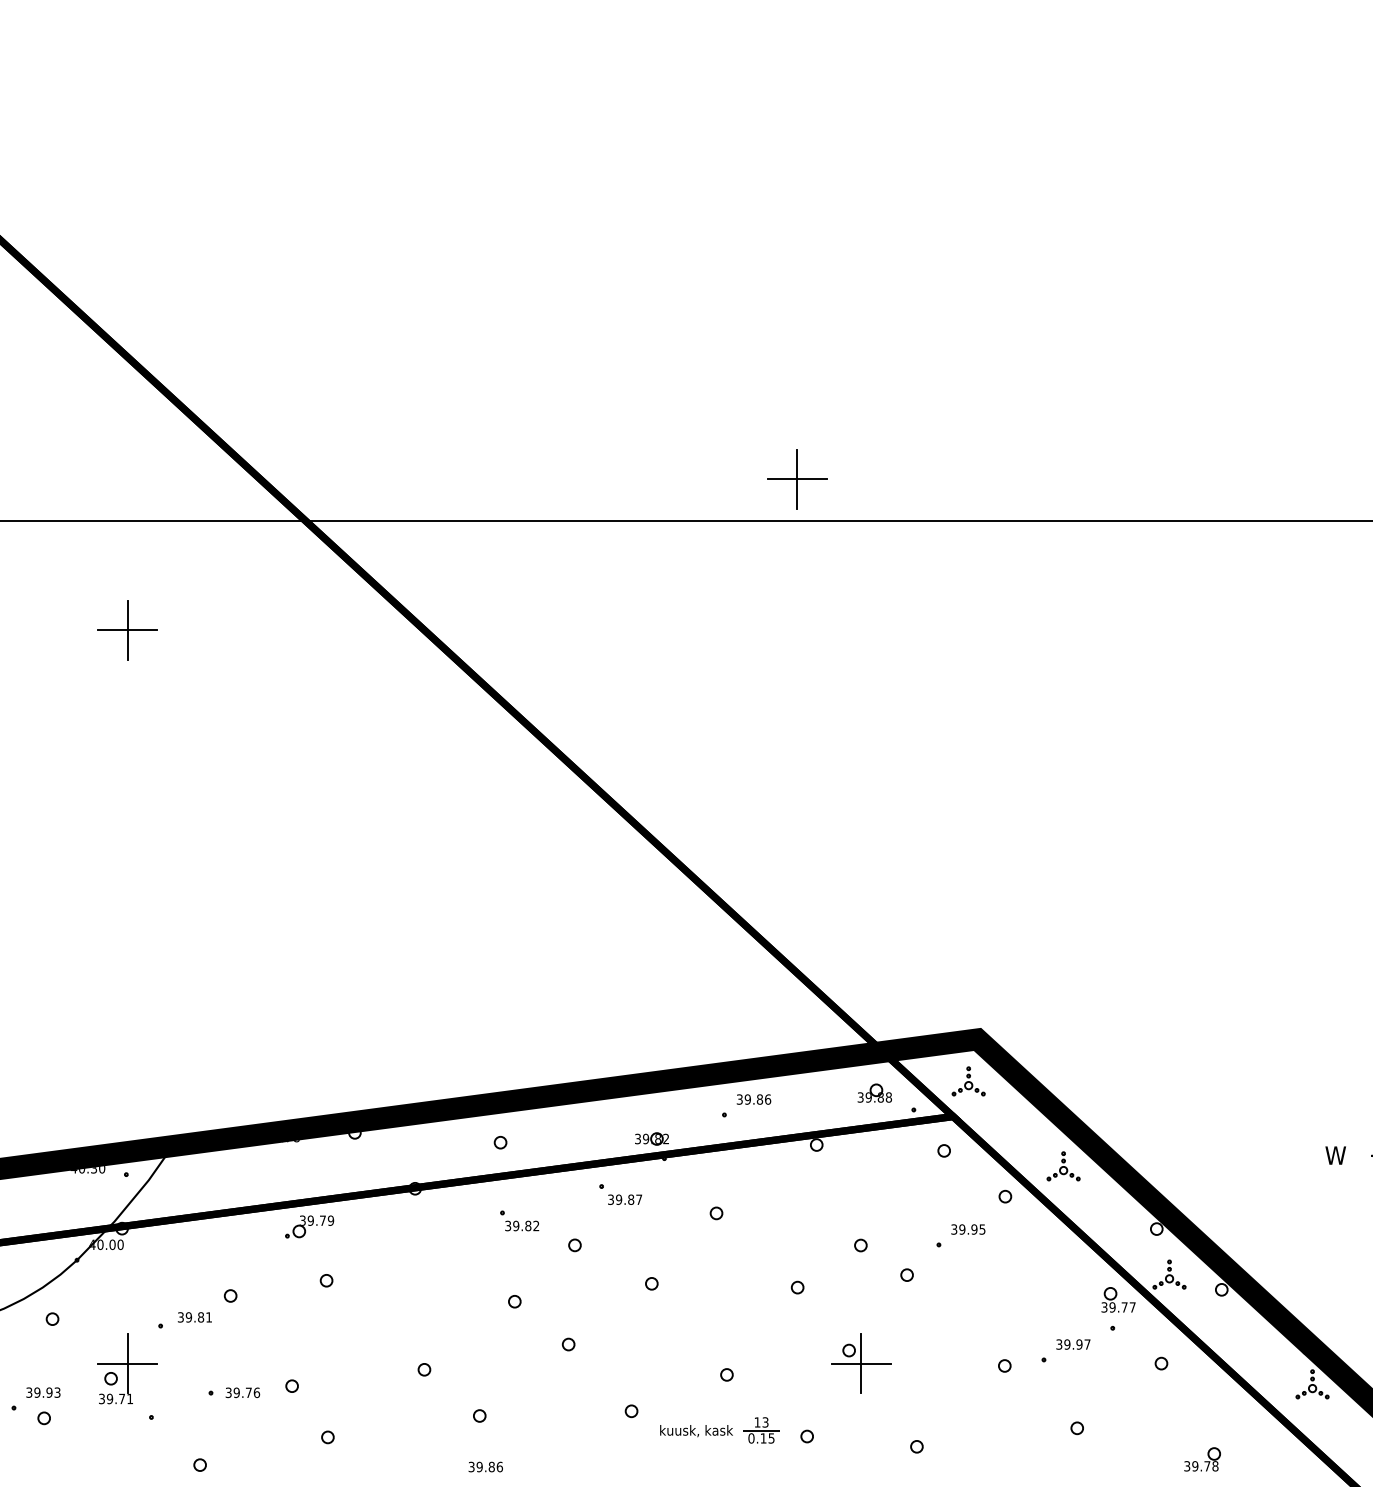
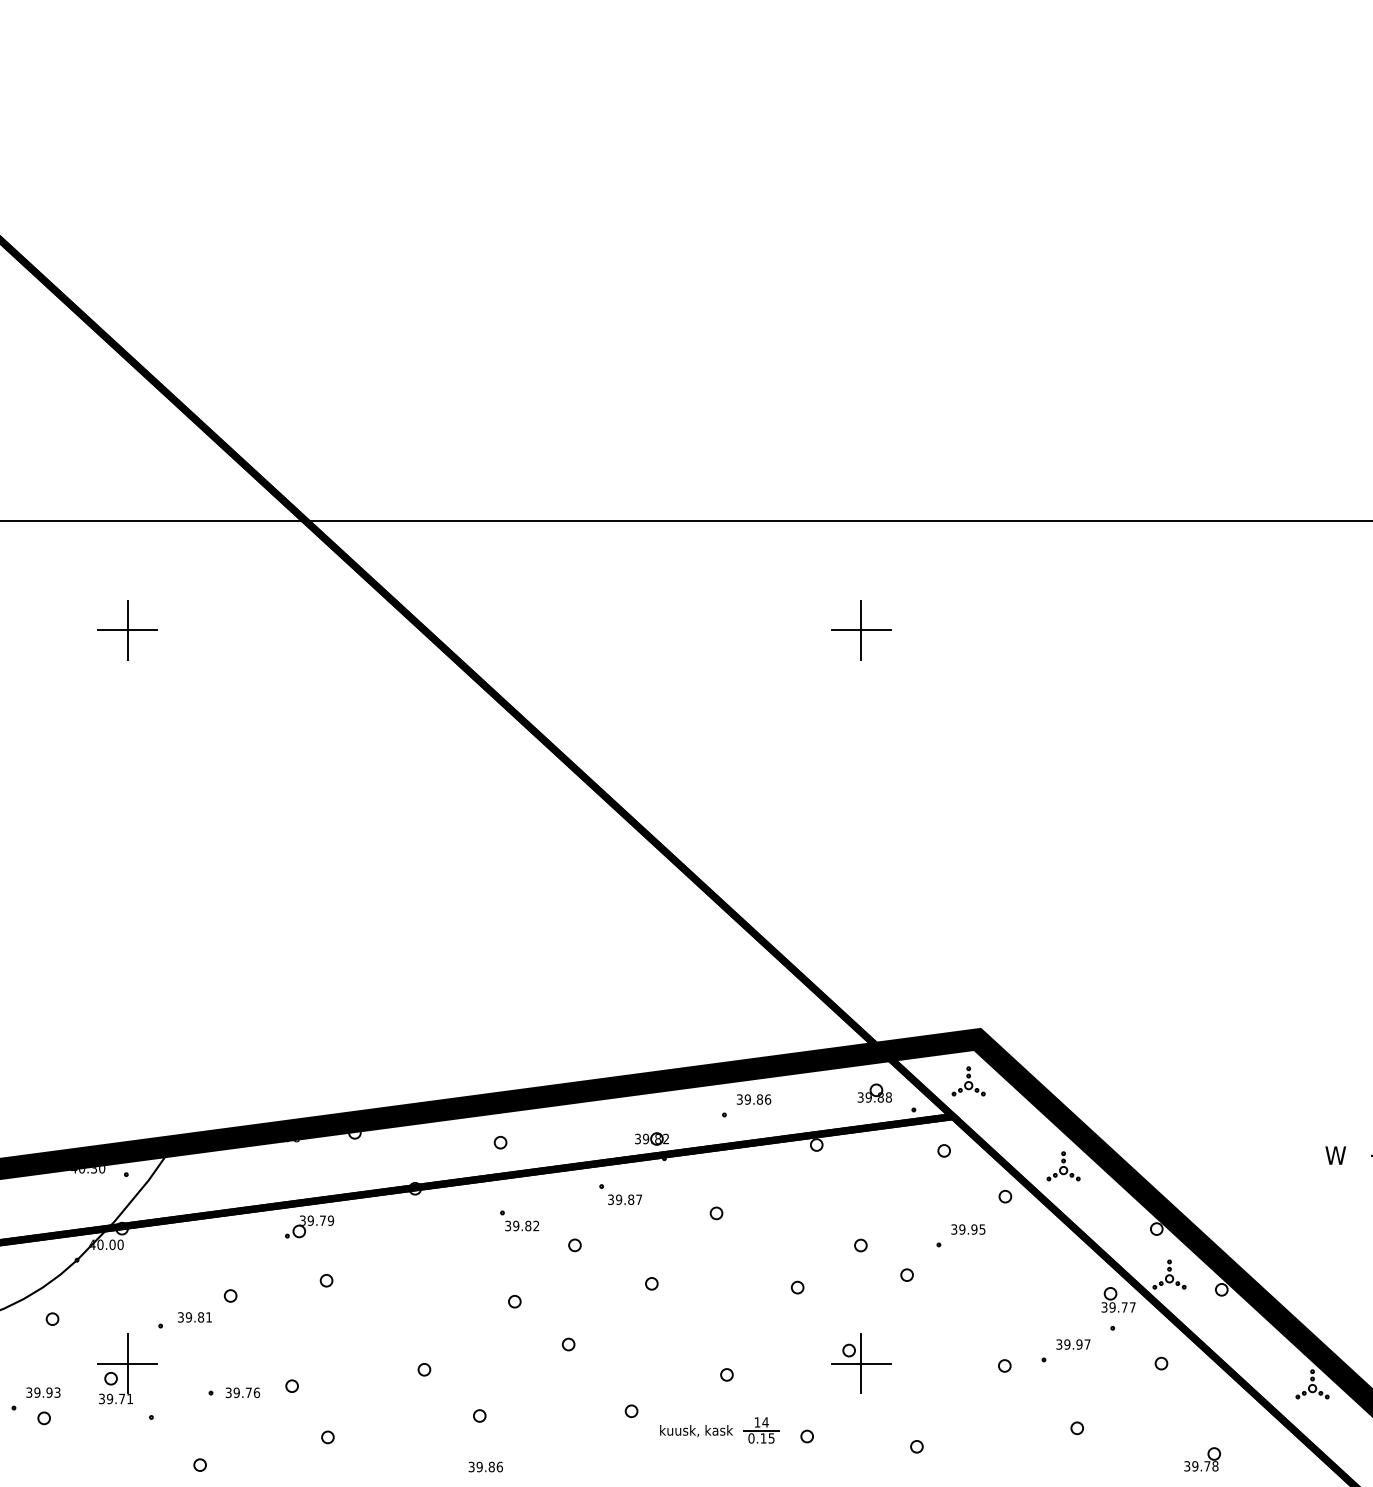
part at (797, 479) position: (797, 479) -> (861, 630)
text at (765, 1422): 13 -> 14
